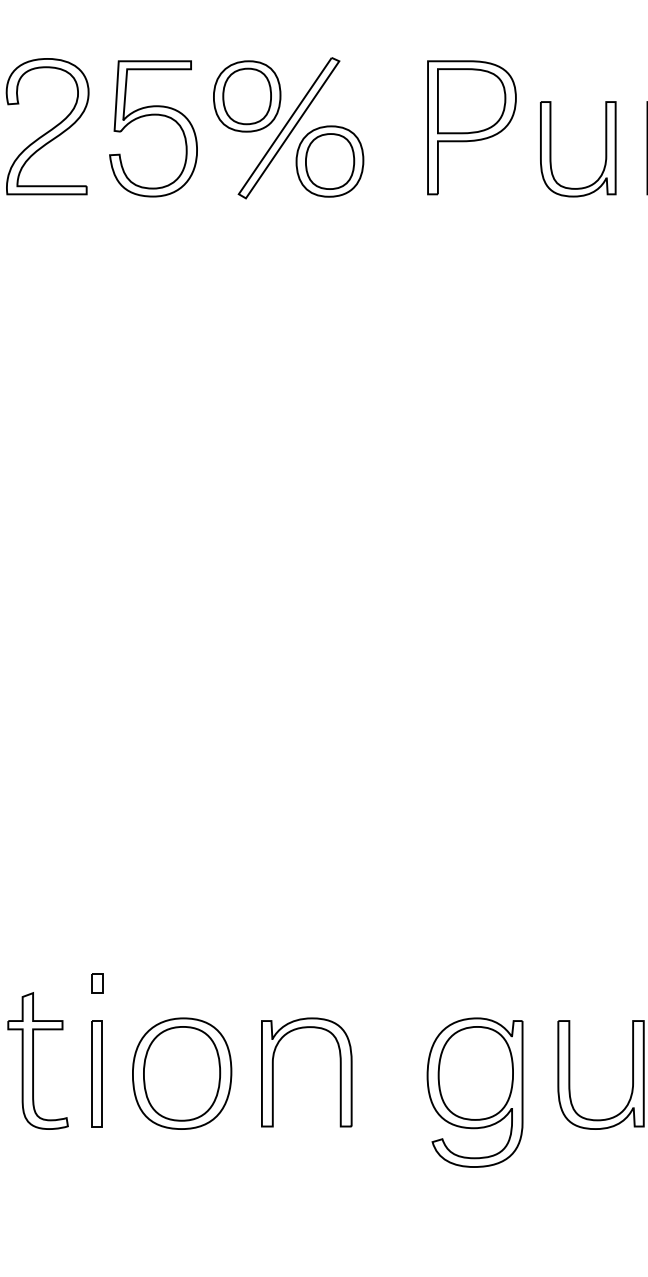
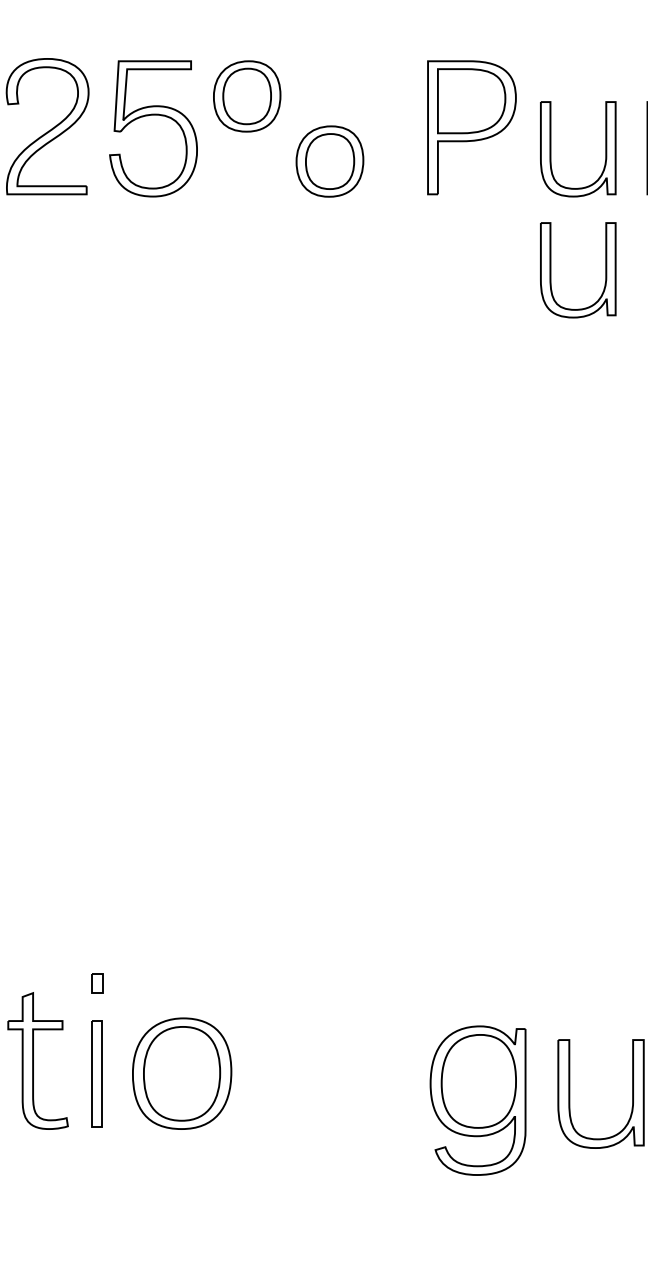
part at (288, 128): present -> none
part at (551, 270): none -> present
part at (273, 1072): present -> none
part at (570, 1074) position: (570, 1074) -> (570, 1093)
part at (474, 1092) position: (474, 1092) -> (477, 1100)
